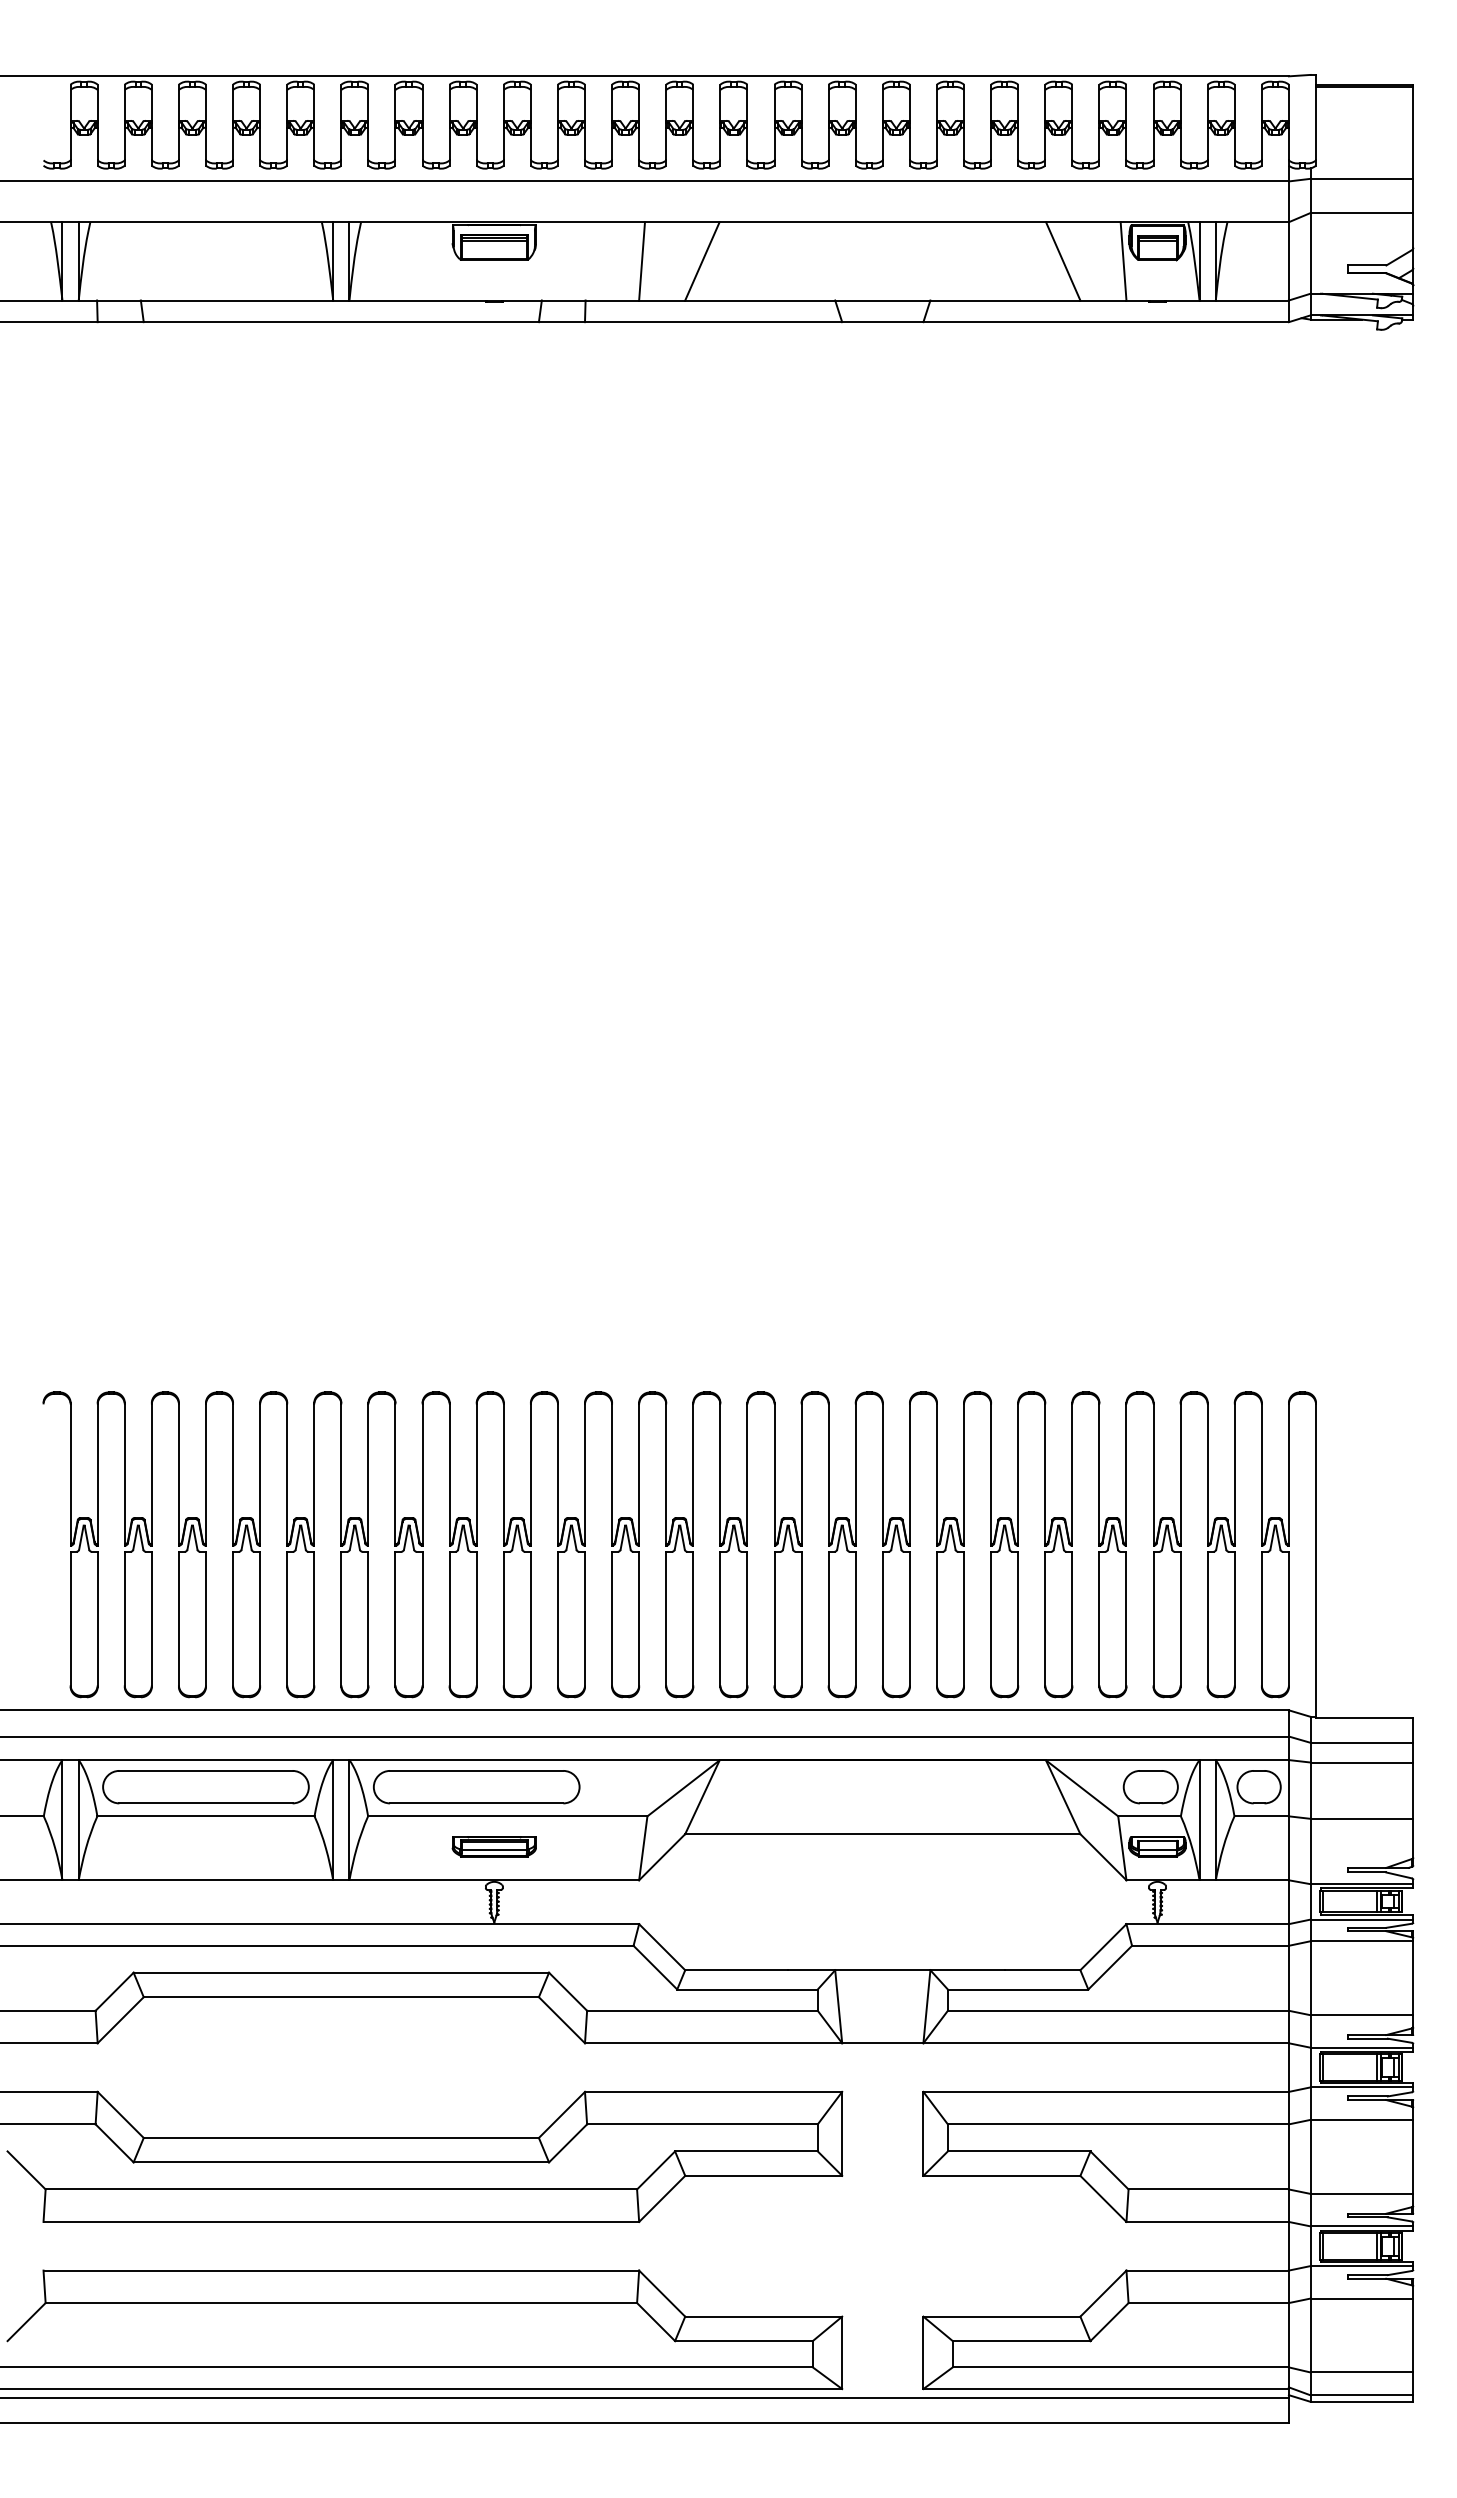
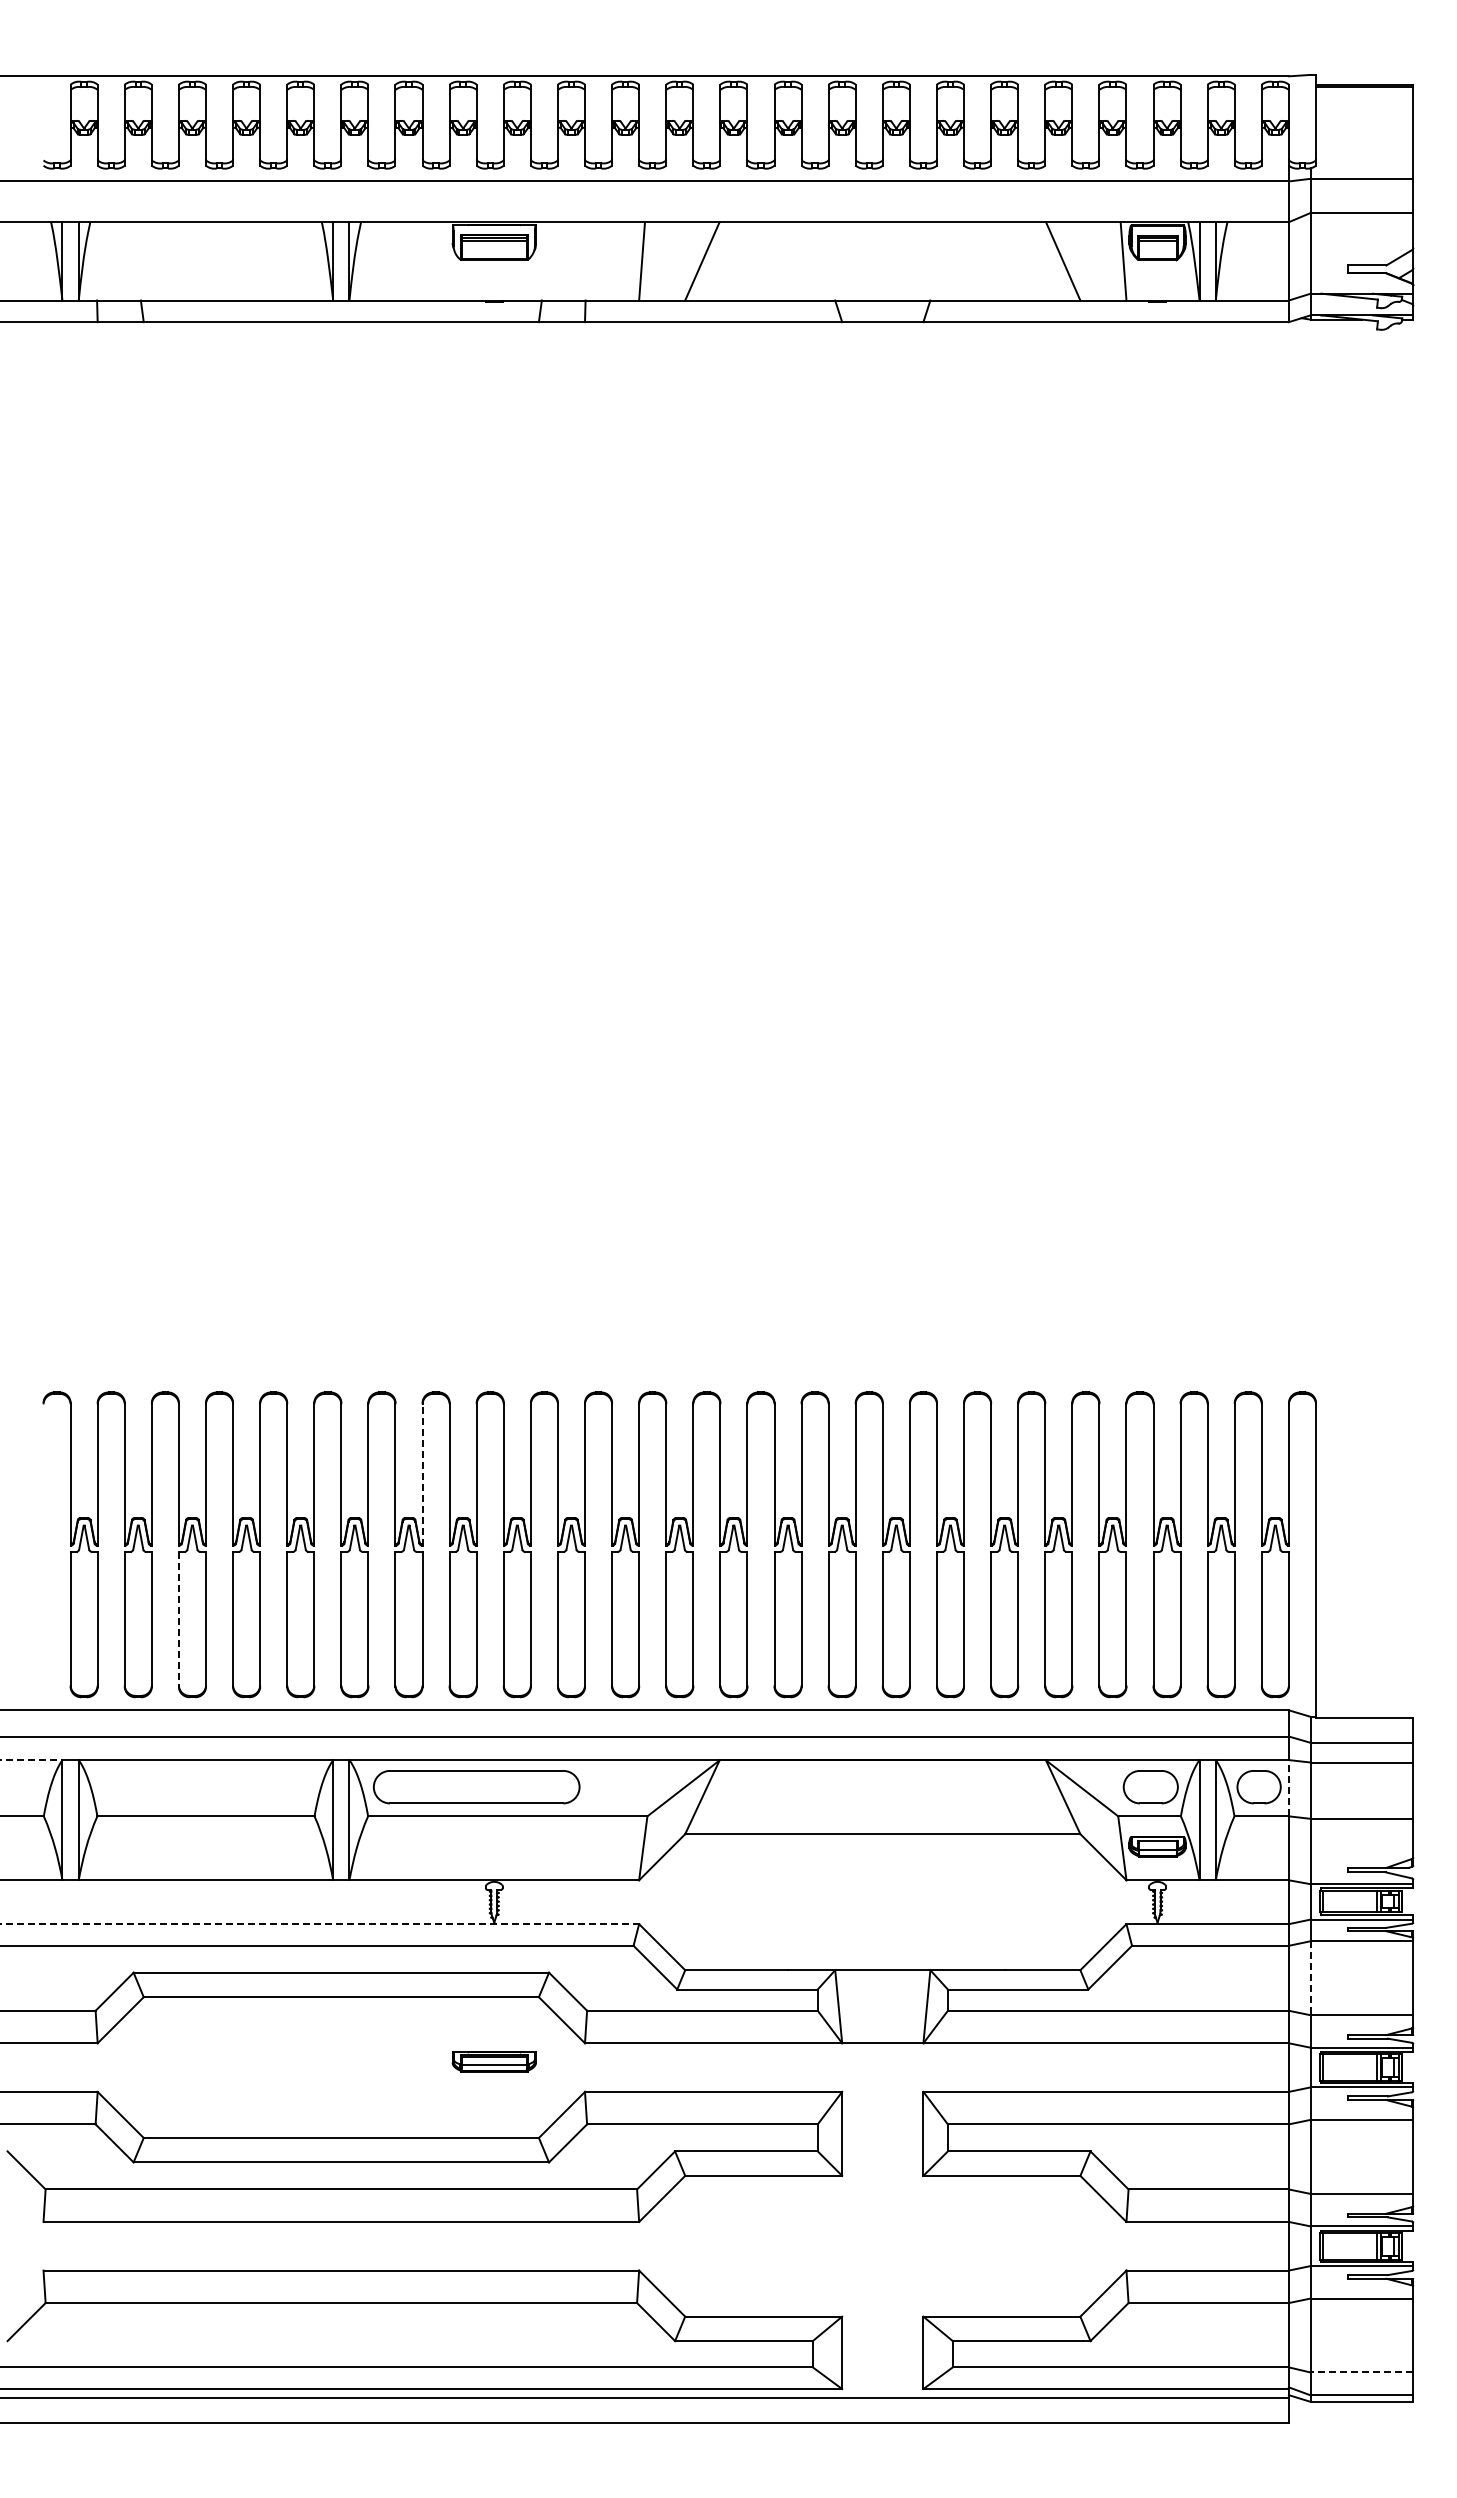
line at (422, 1474): solid -> dashed
line at (178, 1619): solid -> dashed
line at (31, 1760): solid -> dashed
part at (205, 1787): present -> none
line at (1288, 1787): solid -> dashed
part at (493, 1846) position: (493, 1846) -> (493, 2061)
line at (320, 1924): solid -> dashed
line at (1310, 1978): solid -> dashed
line at (1361, 2372): solid -> dashed
